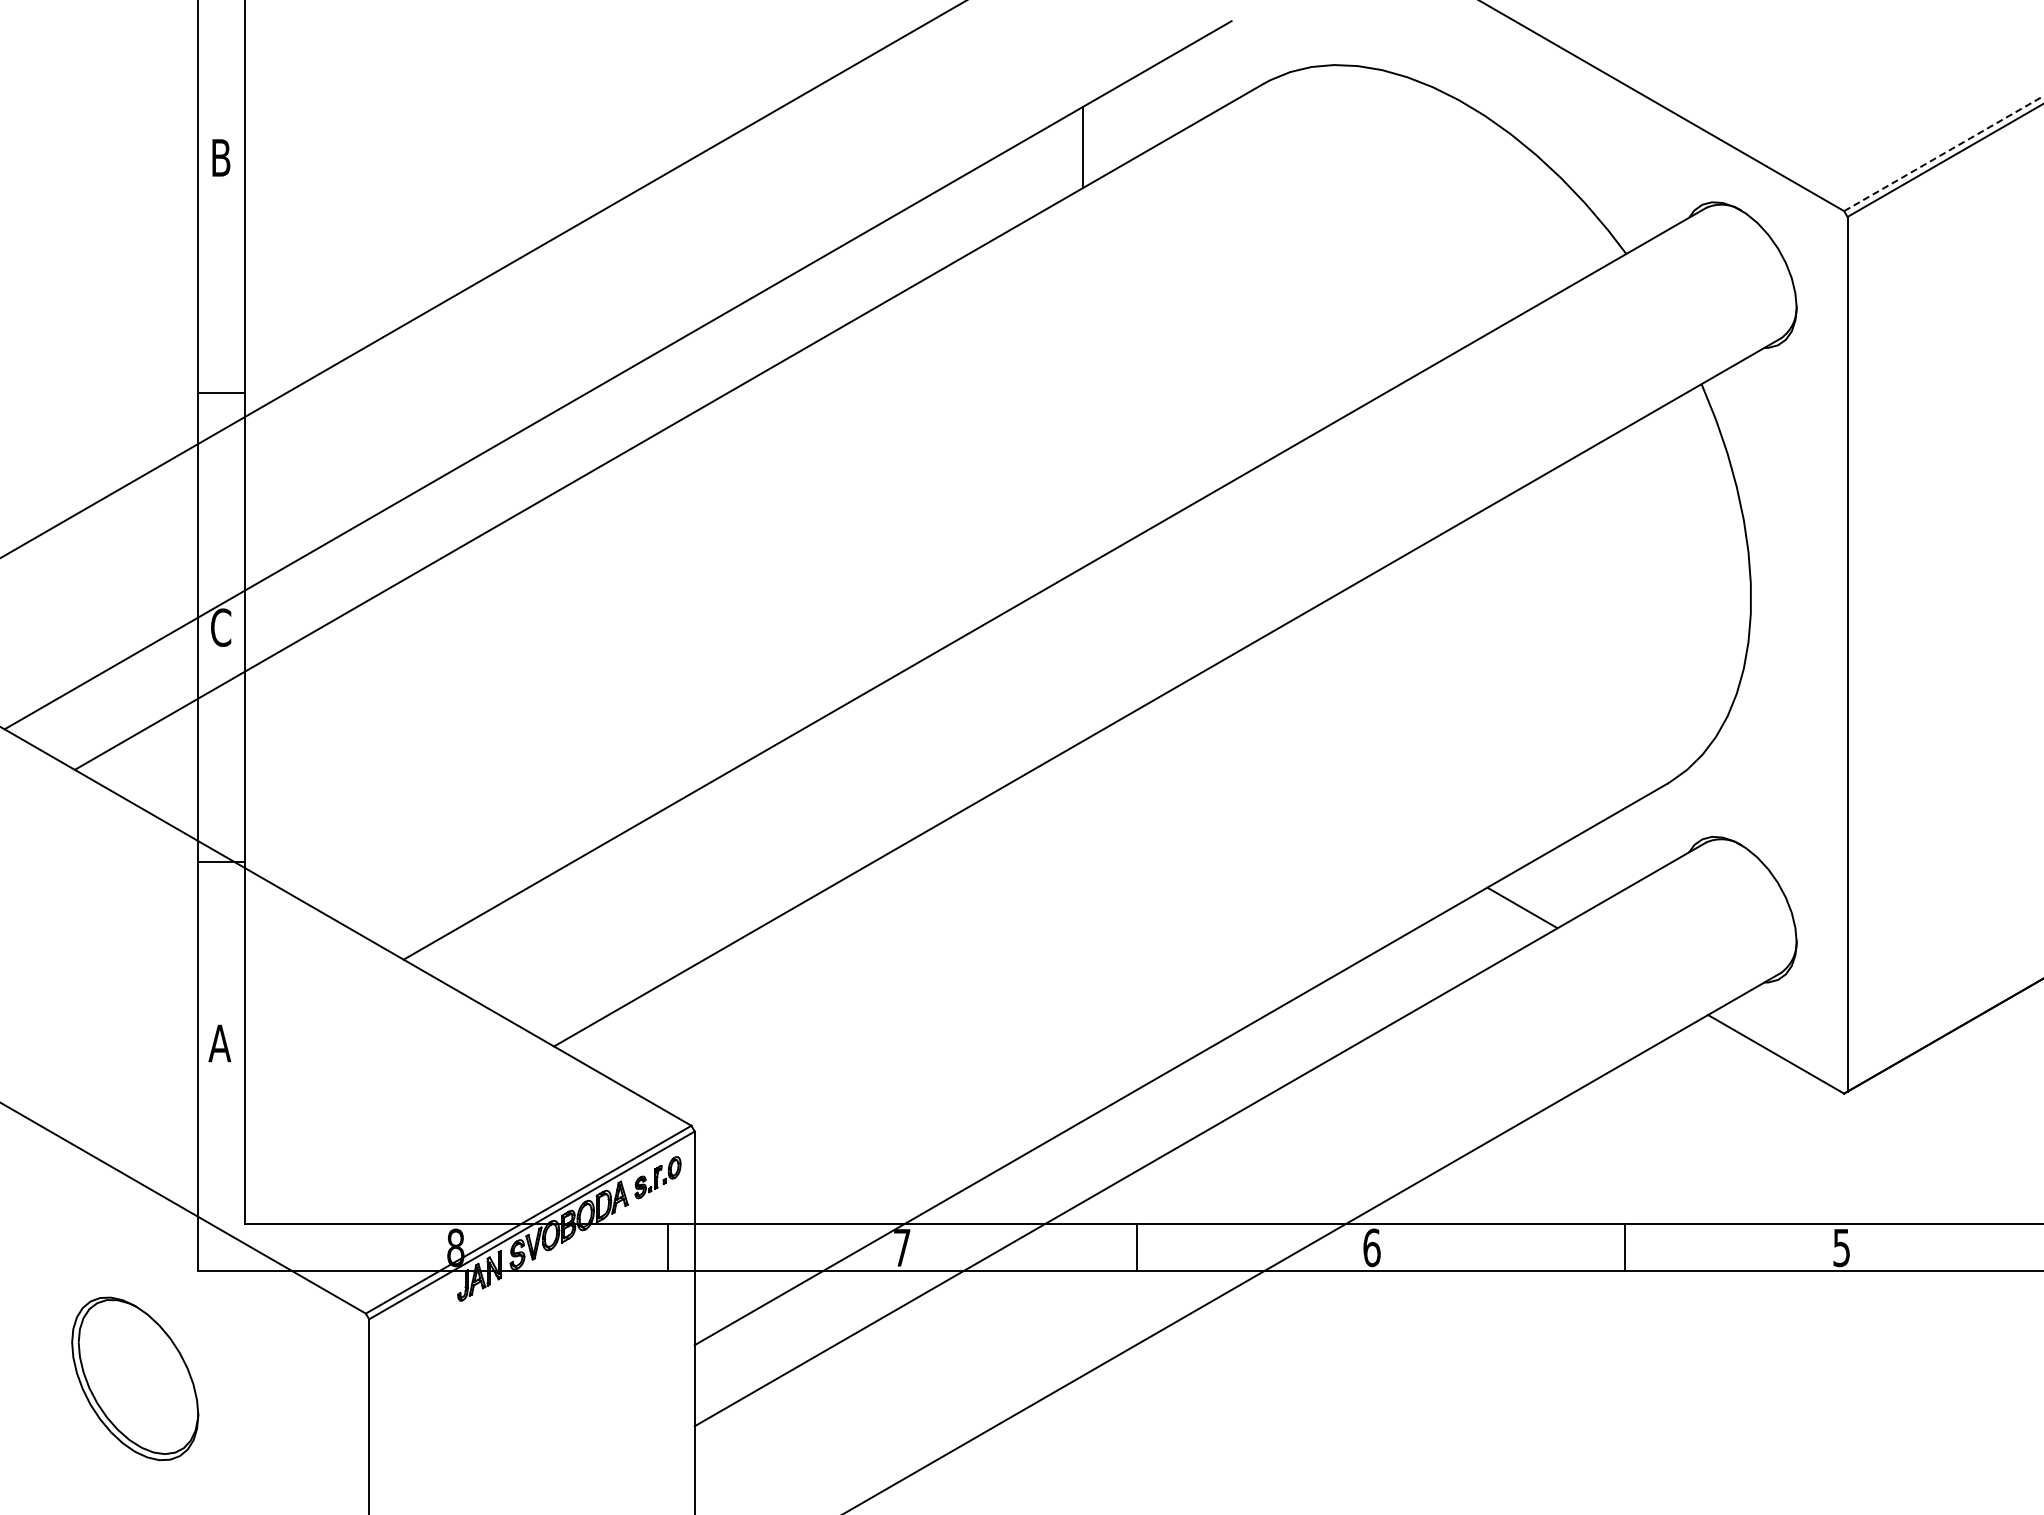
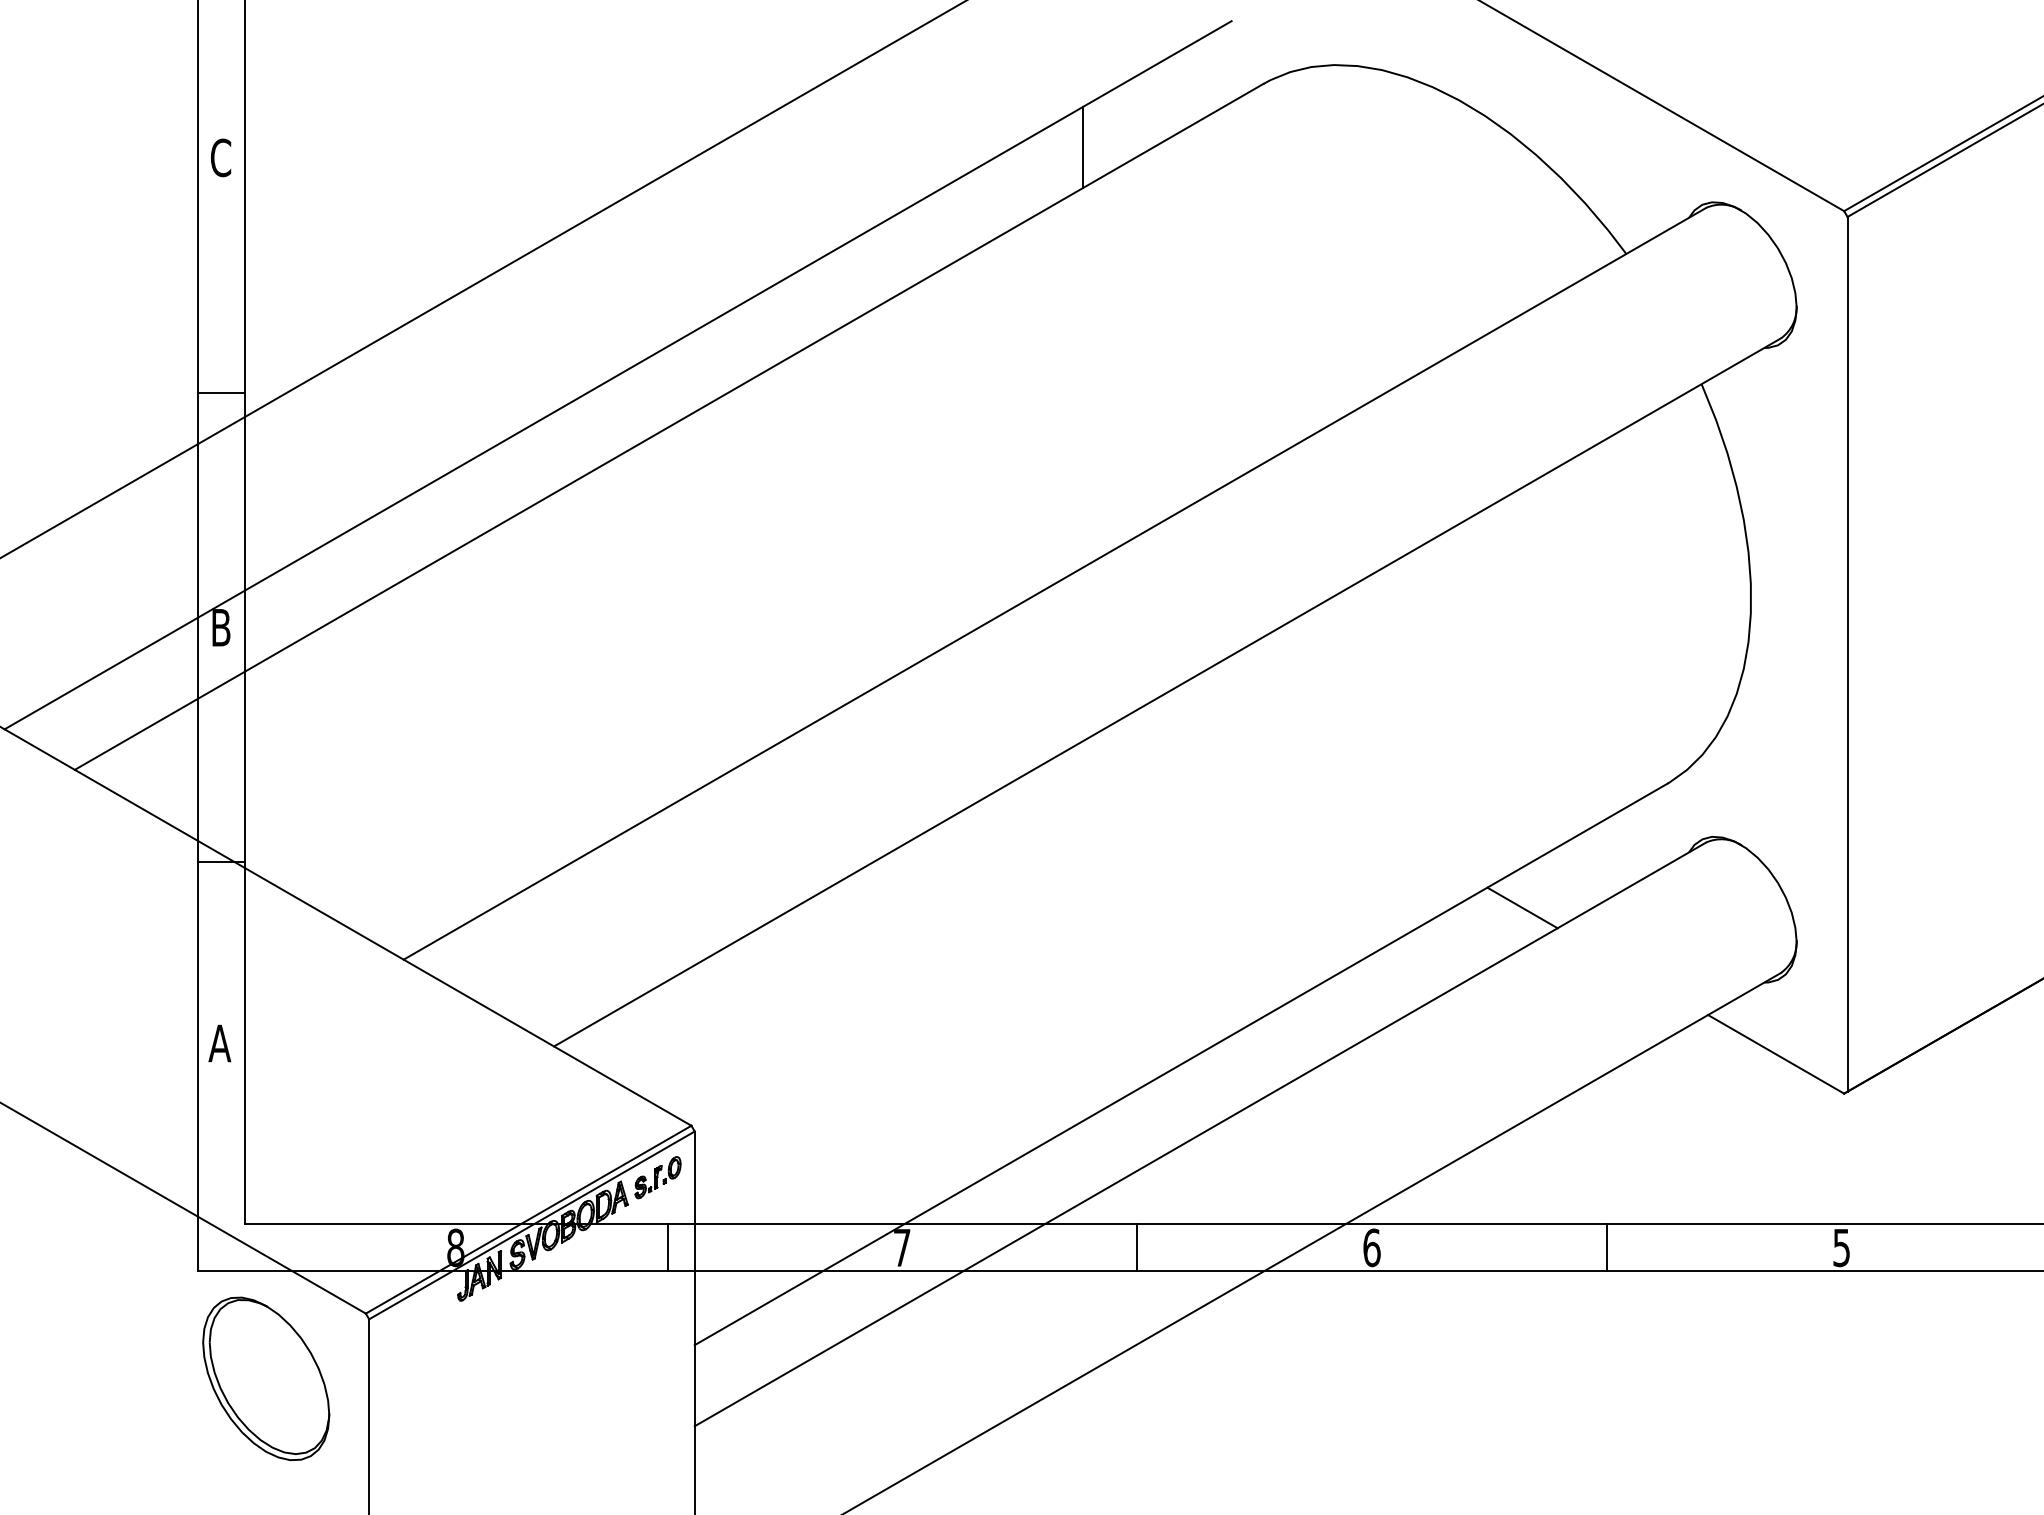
line at (1944, 153): dashed -> solid
text at (220, 157): B -> C
text at (221, 627): C -> B
line at (1625, 1247) position: (1625, 1247) -> (1607, 1247)
part at (135, 1378) position: (135, 1378) -> (266, 1378)
